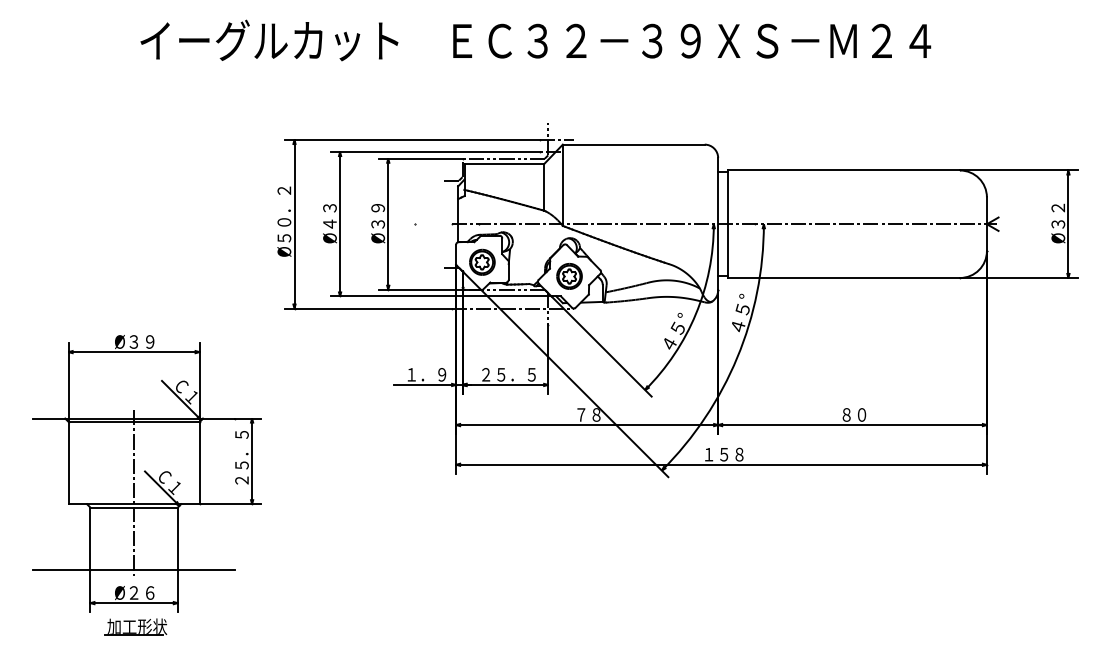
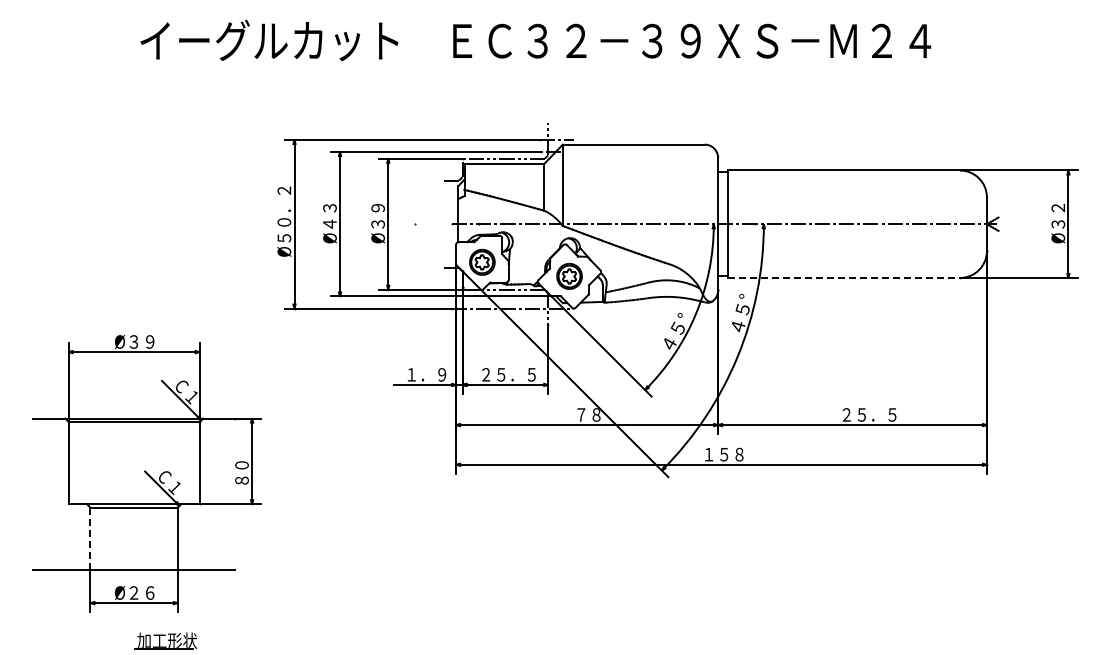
line at (844, 278): solid -> dashed
text at (869, 414): ８０ -> ２５．５
text at (241, 457): ２５．５ -> ８０
line at (134, 492): present -> none
line at (90, 539): solid -> dashed
part at (135, 626) position: (135, 626) -> (165, 640)
